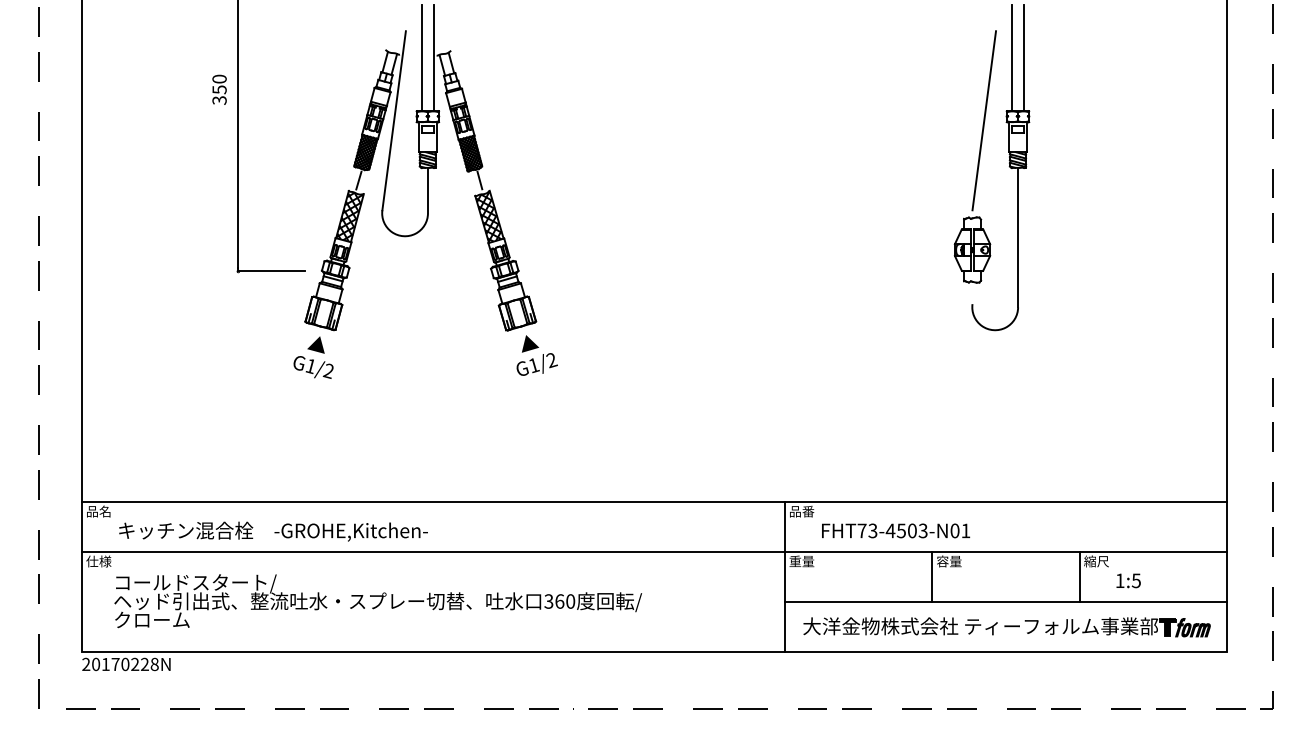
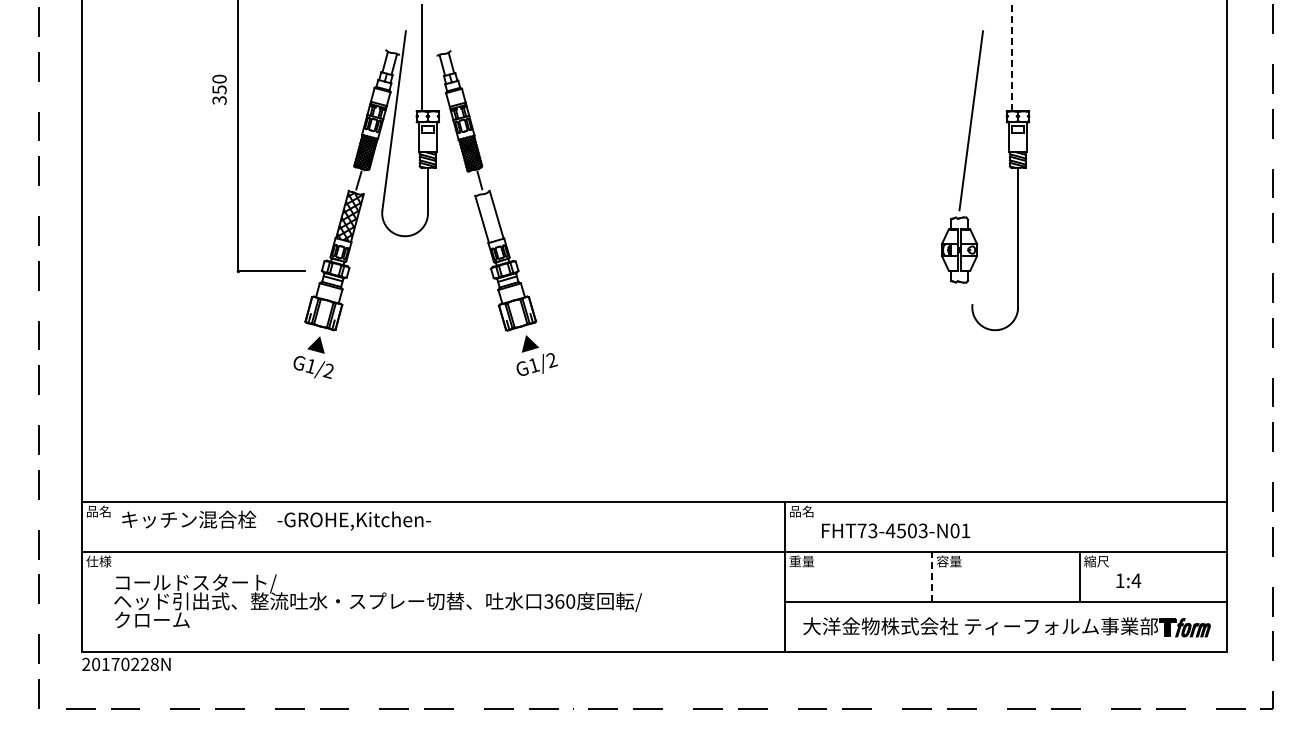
line at (433, 58): present -> none
line at (1012, 58): solid -> dashed
line at (1024, 58): present -> none
part at (974, 156) position: (974, 156) -> (961, 156)
hatch at (488, 216): present -> none
text at (808, 511): 品番 -> 品名
text at (273, 531) position: (273, 531) -> (276, 520)
line at (932, 576): solid -> dashed
text at (1136, 580): 1:5 -> 1:4
